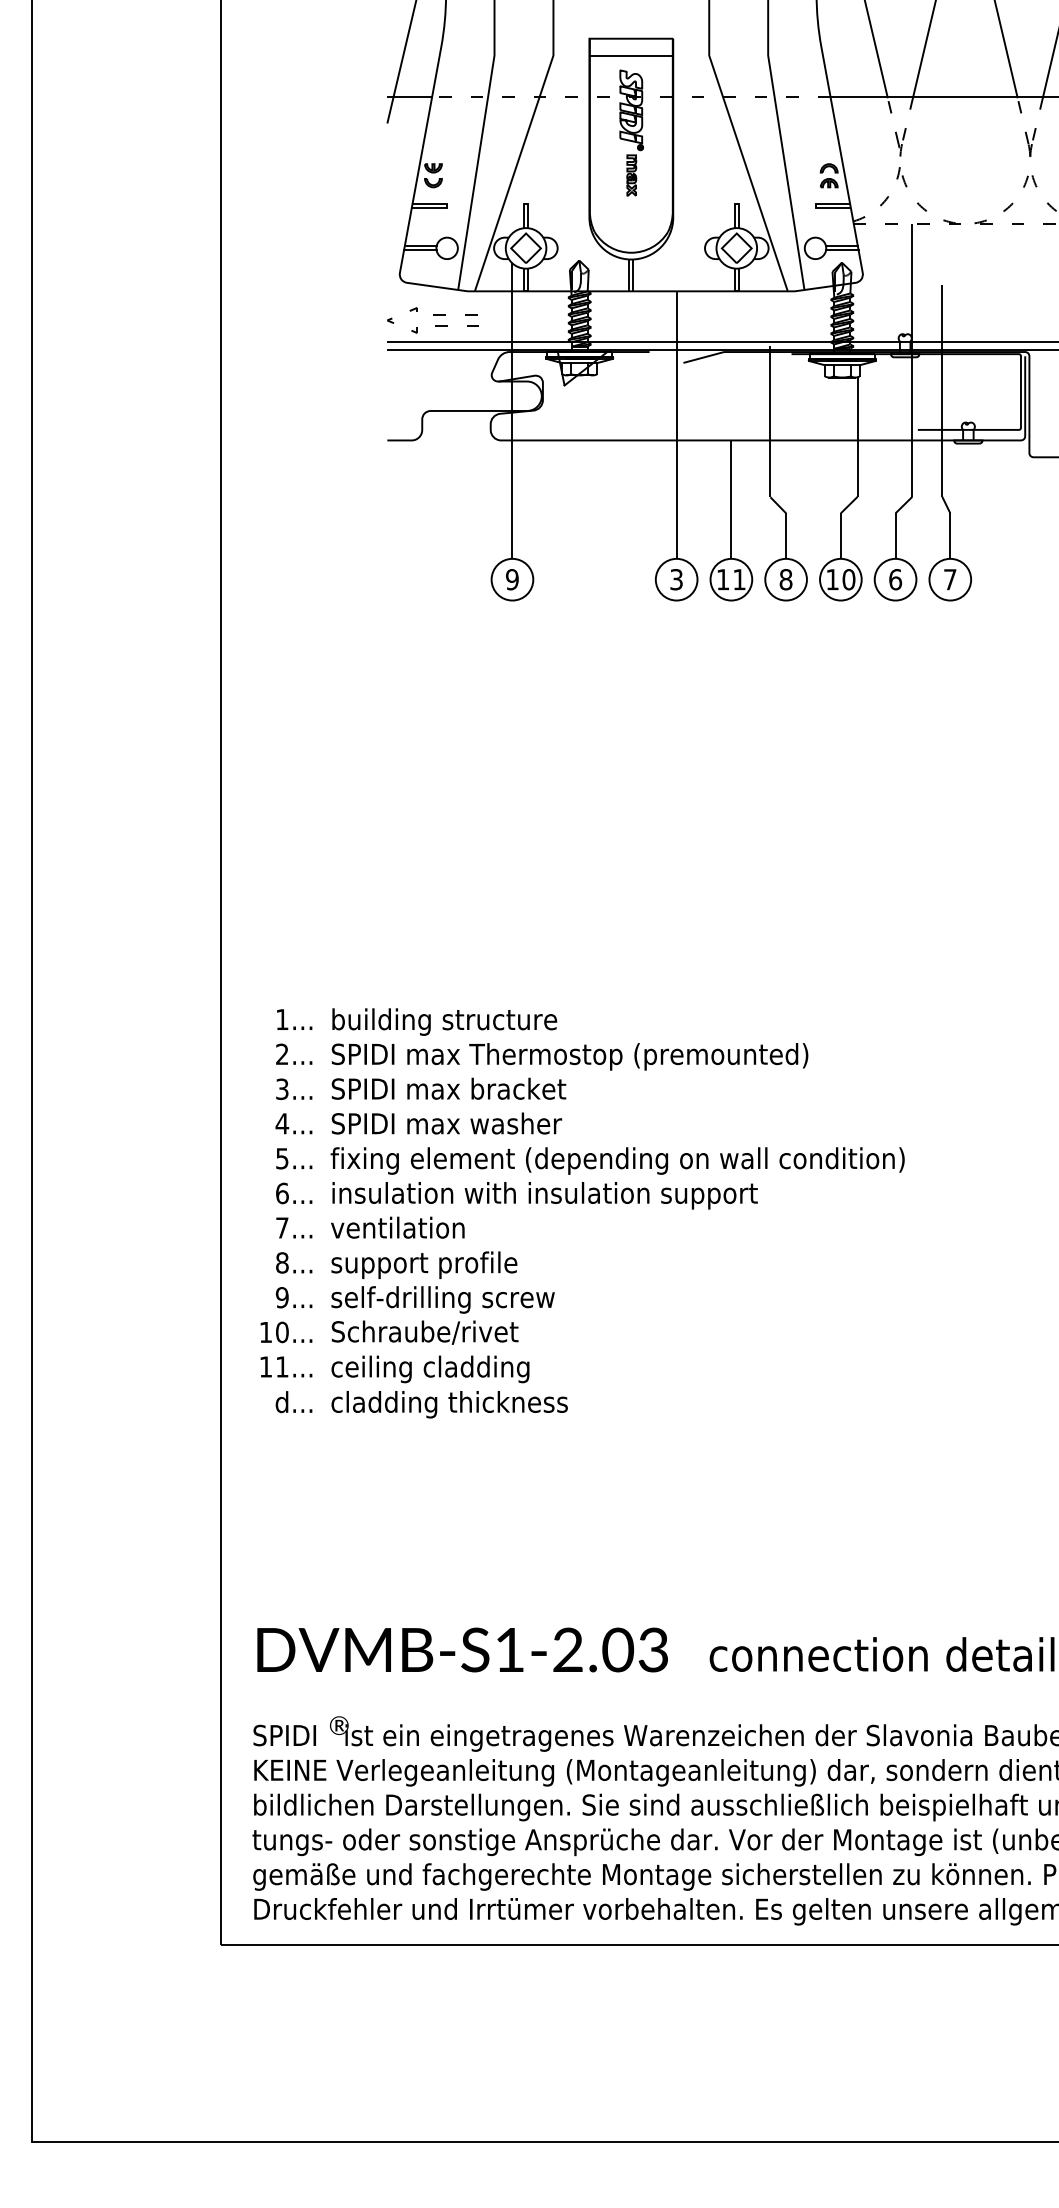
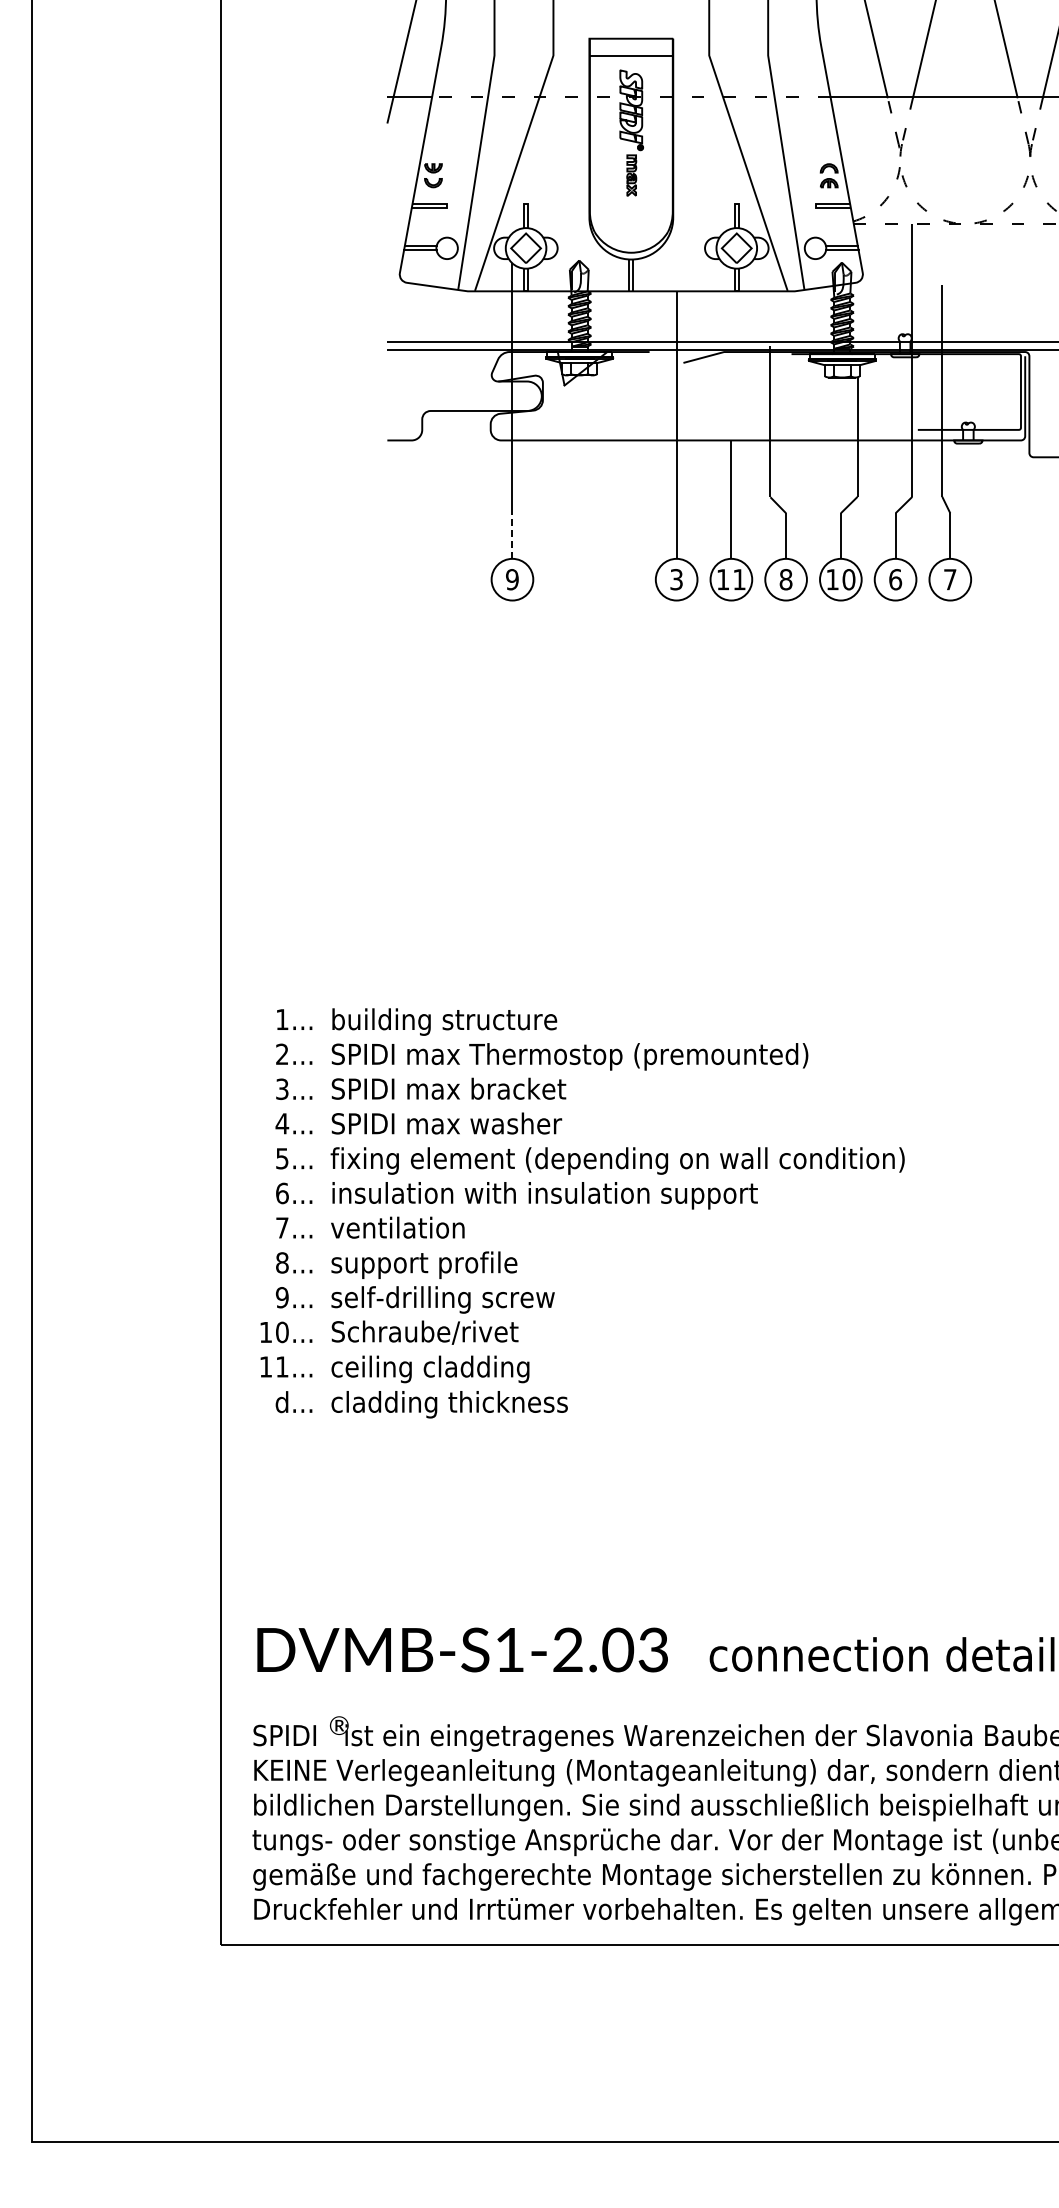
part at (432, 320): present -> none
line at (512, 536): solid -> dashed
